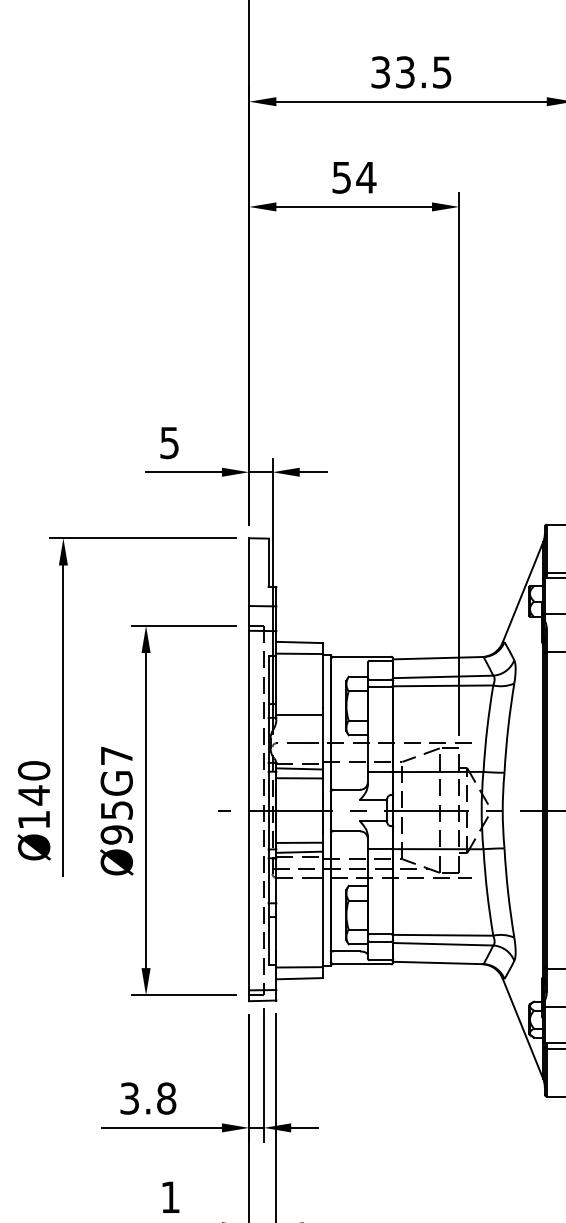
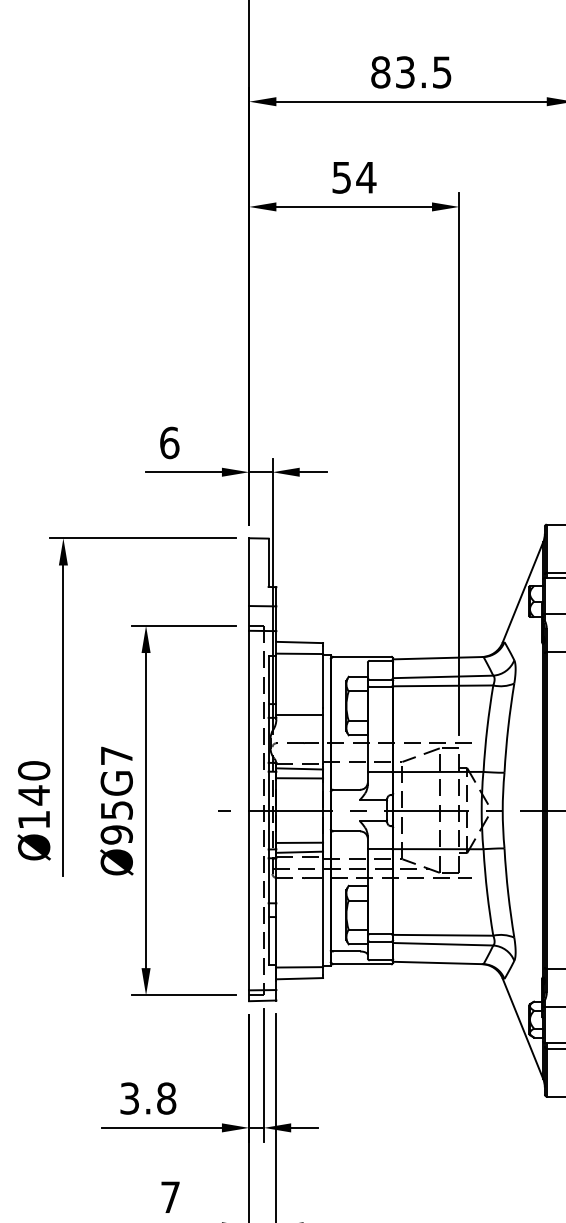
text at (380, 72): 33.5 -> 83.5
text at (169, 442): 5 -> 6
text at (170, 1196): 1 -> 7
